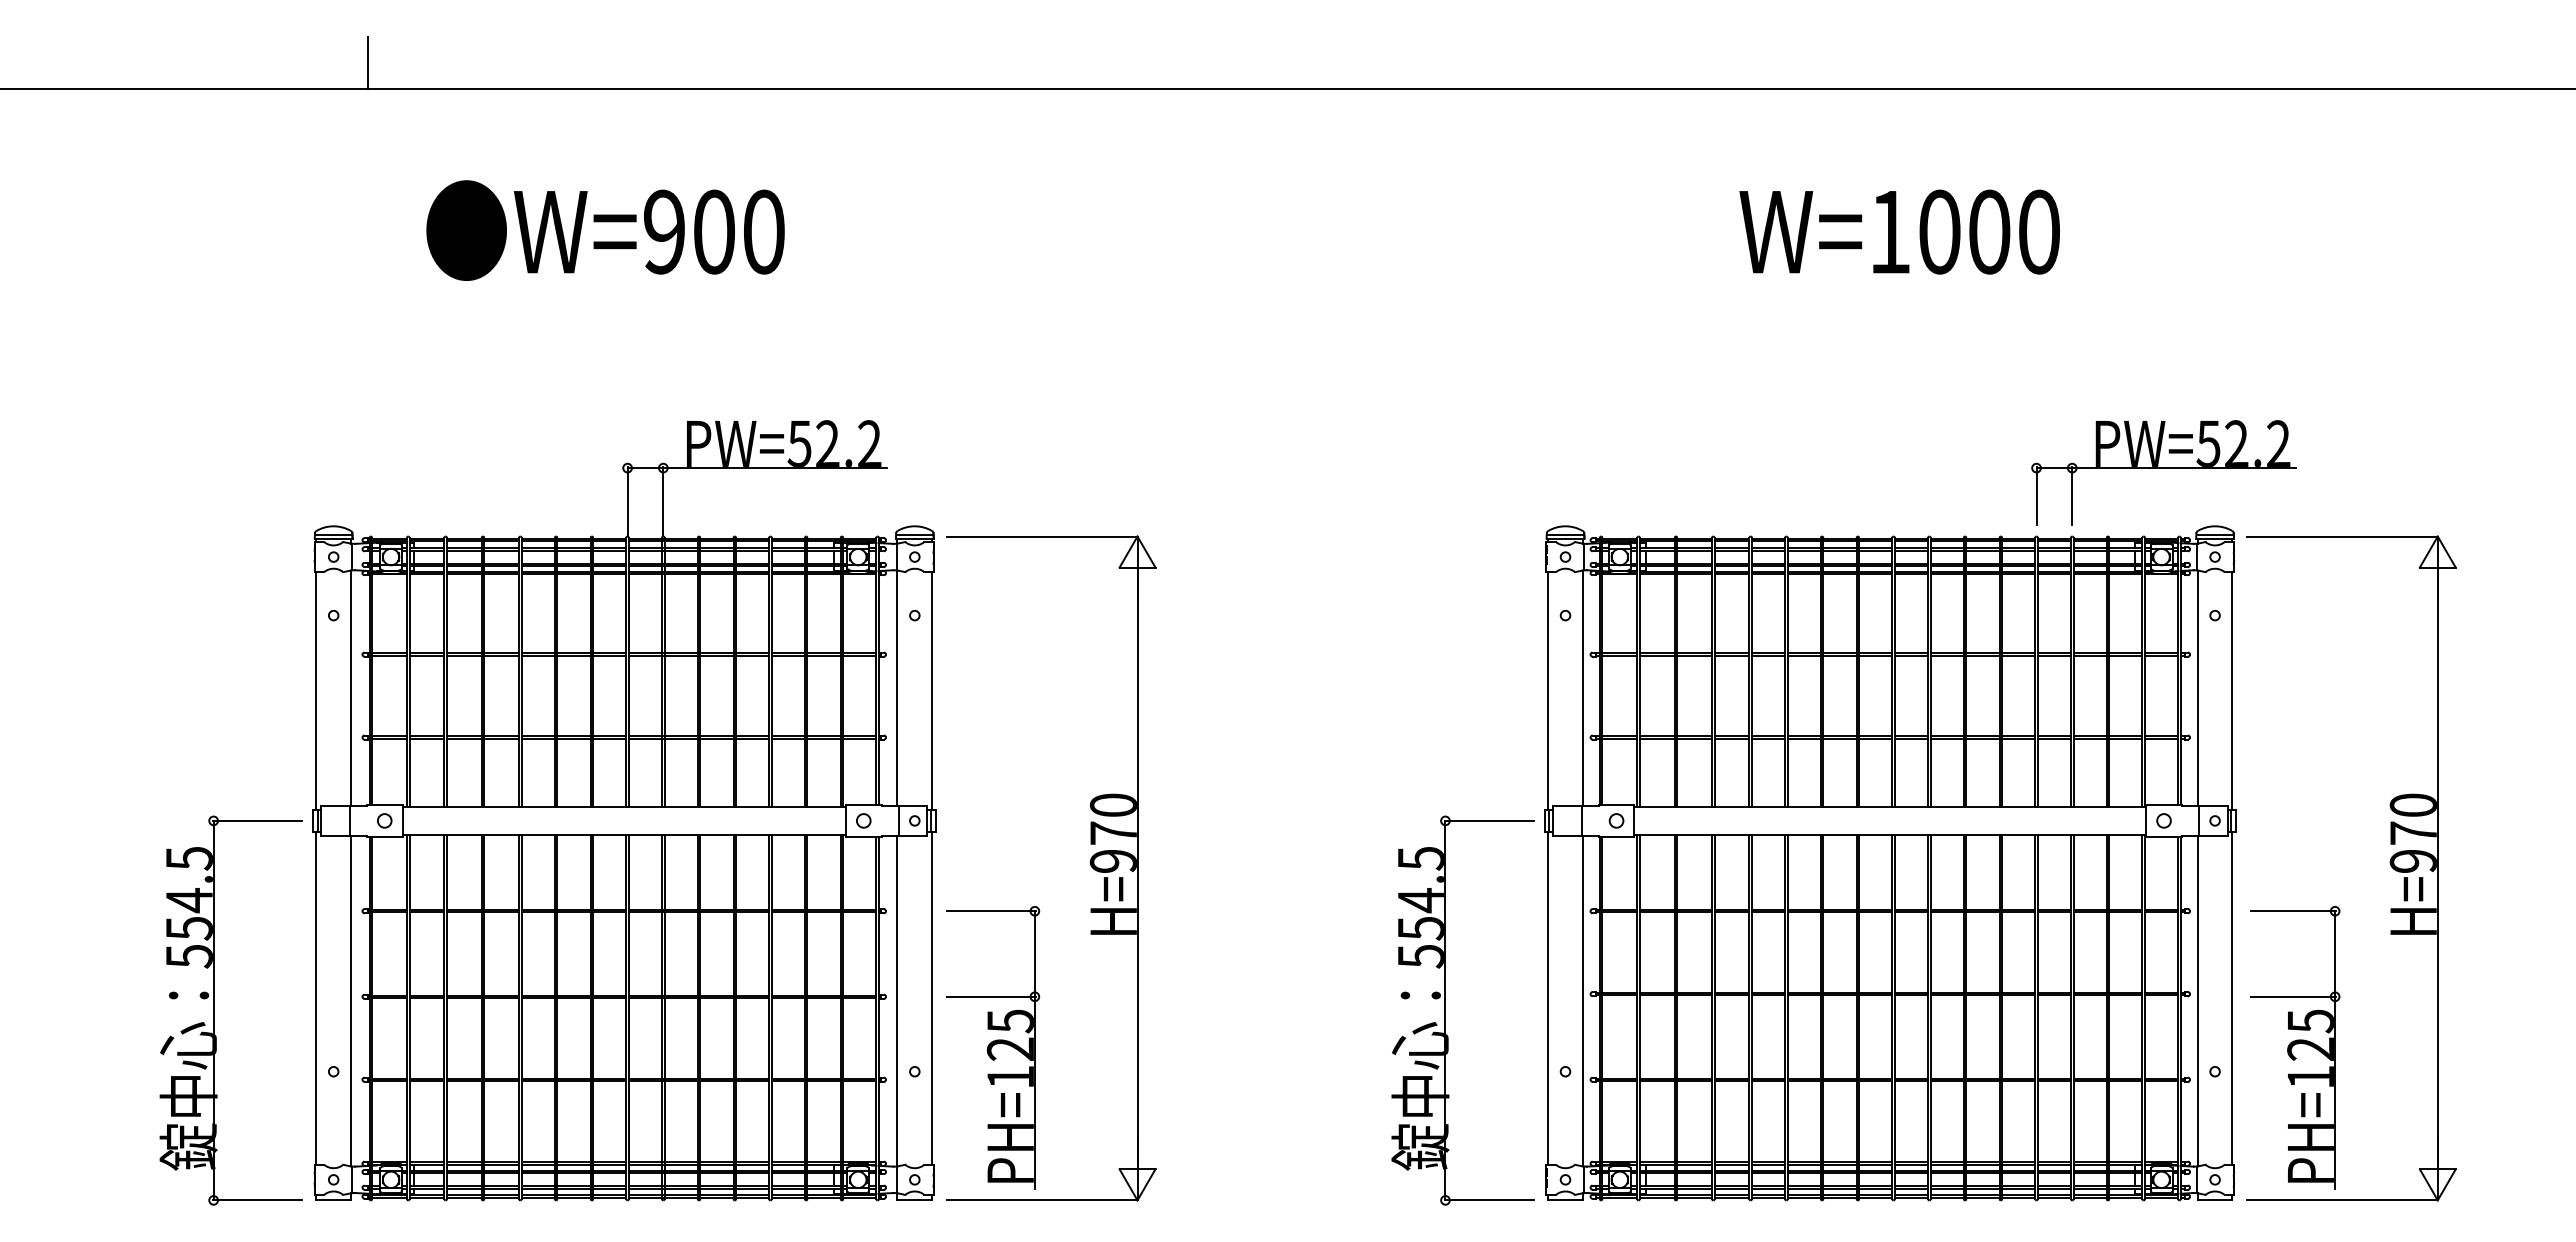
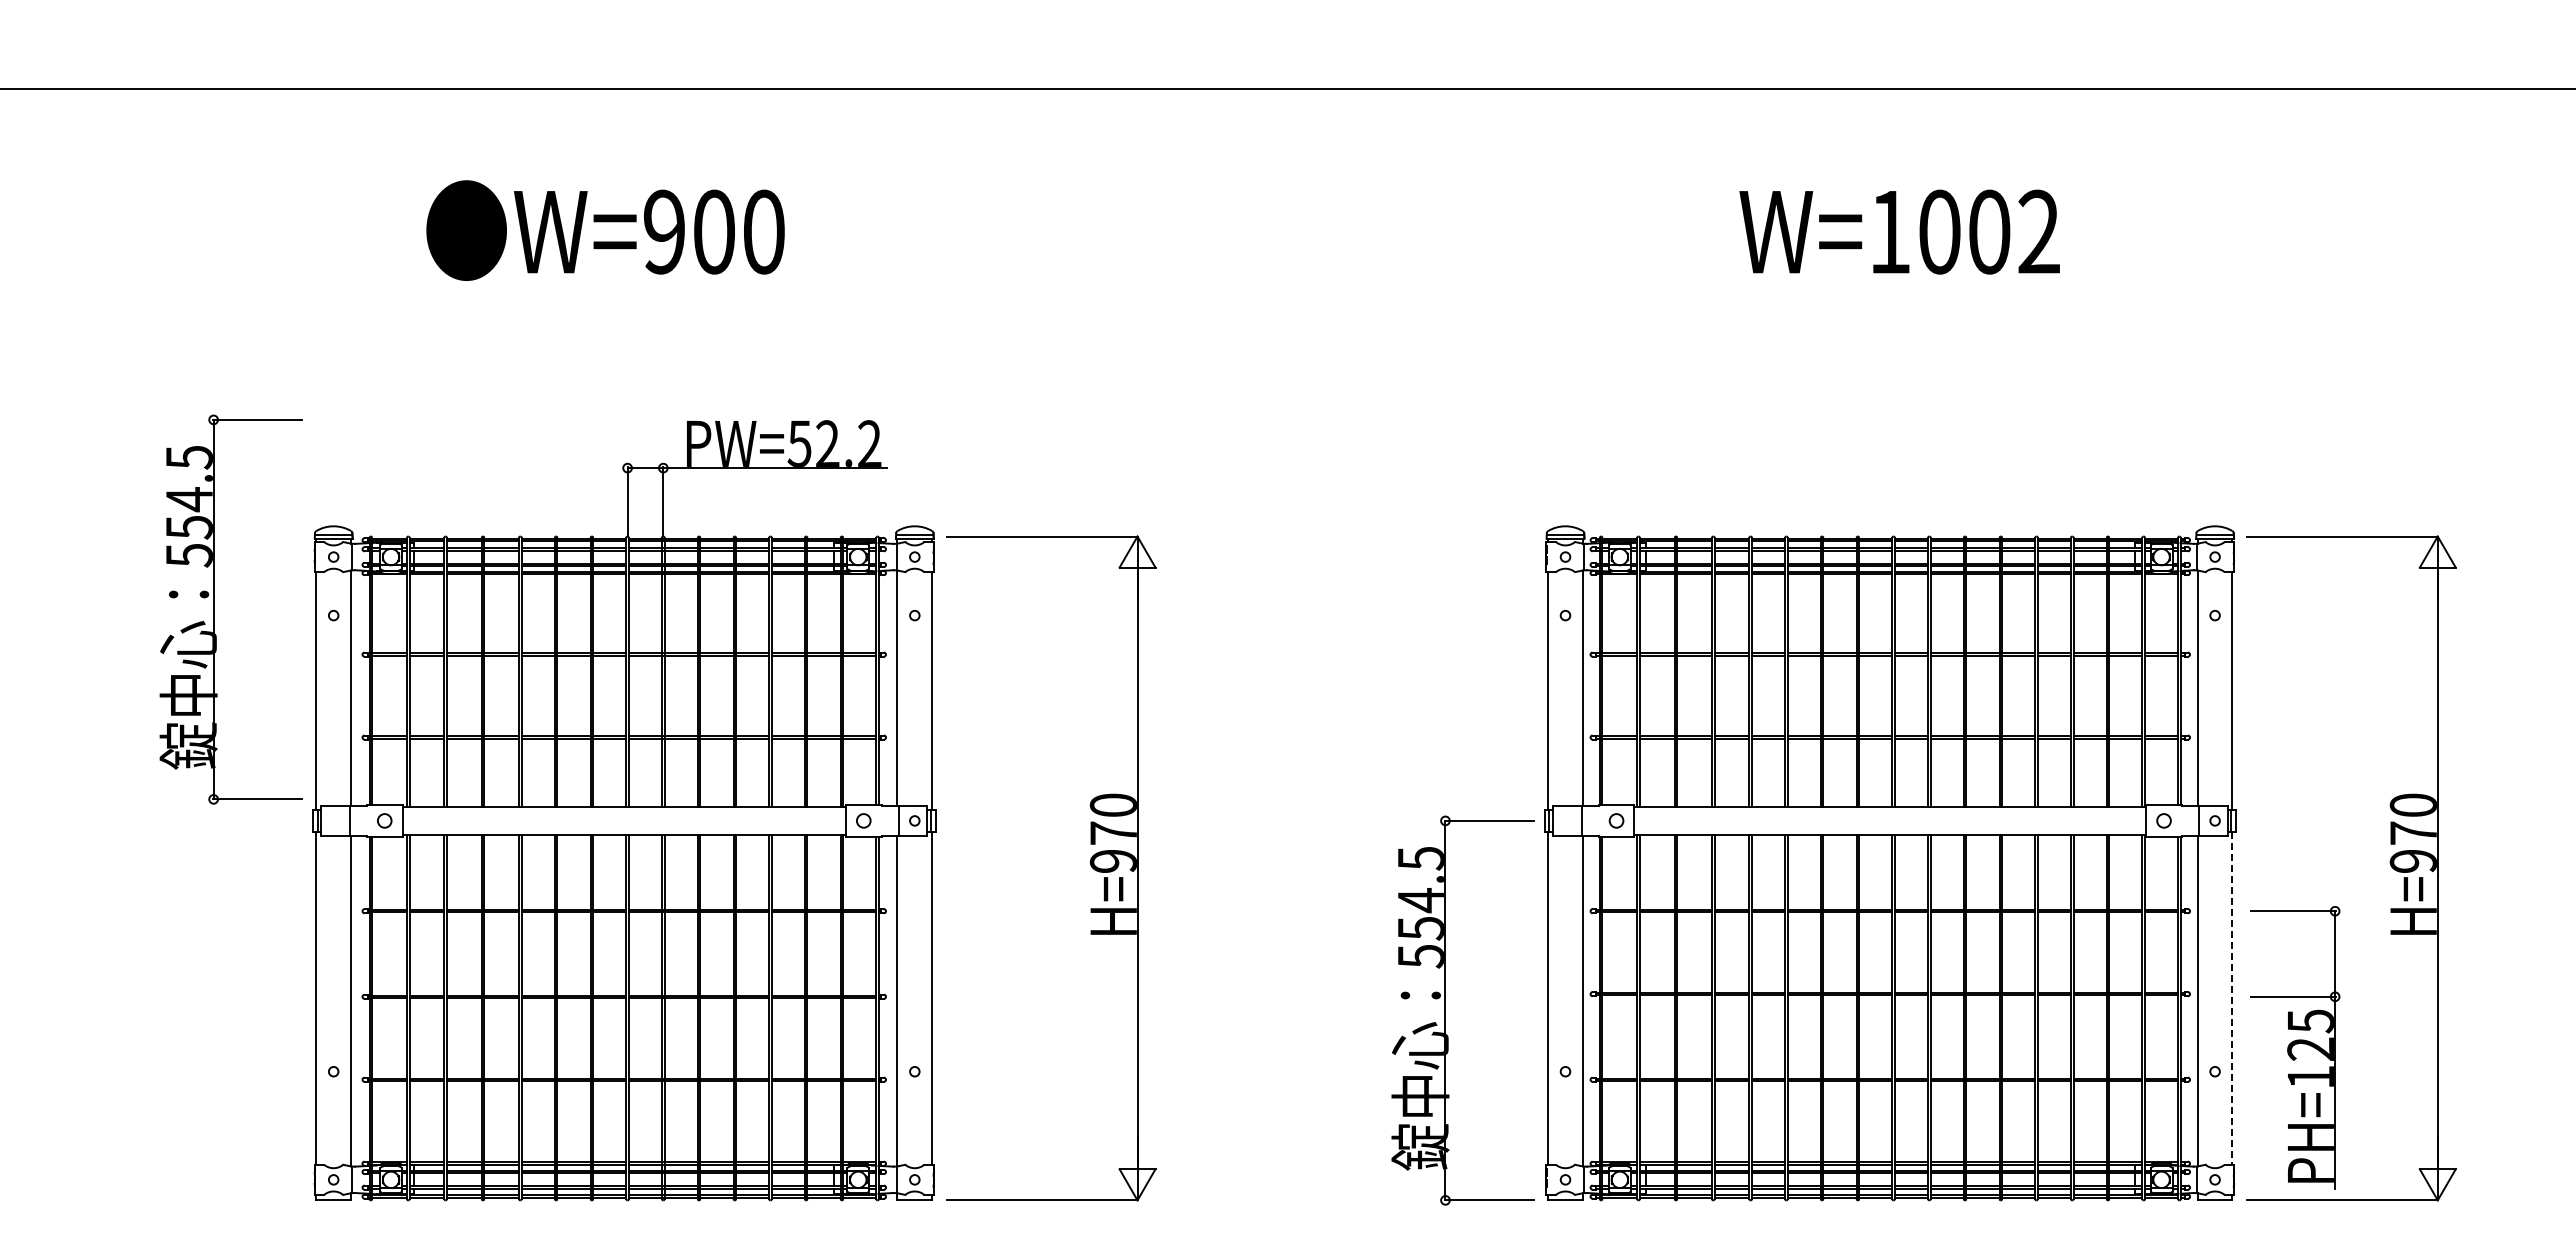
line at (368, 62): present -> none
text at (2038, 231): W=1000 -> W=1002
part at (2163, 472): present -> none
line at (2232, 998): solid -> dashed
part at (214, 1010) position: (214, 1010) -> (214, 609)
part at (993, 1047): present -> none
